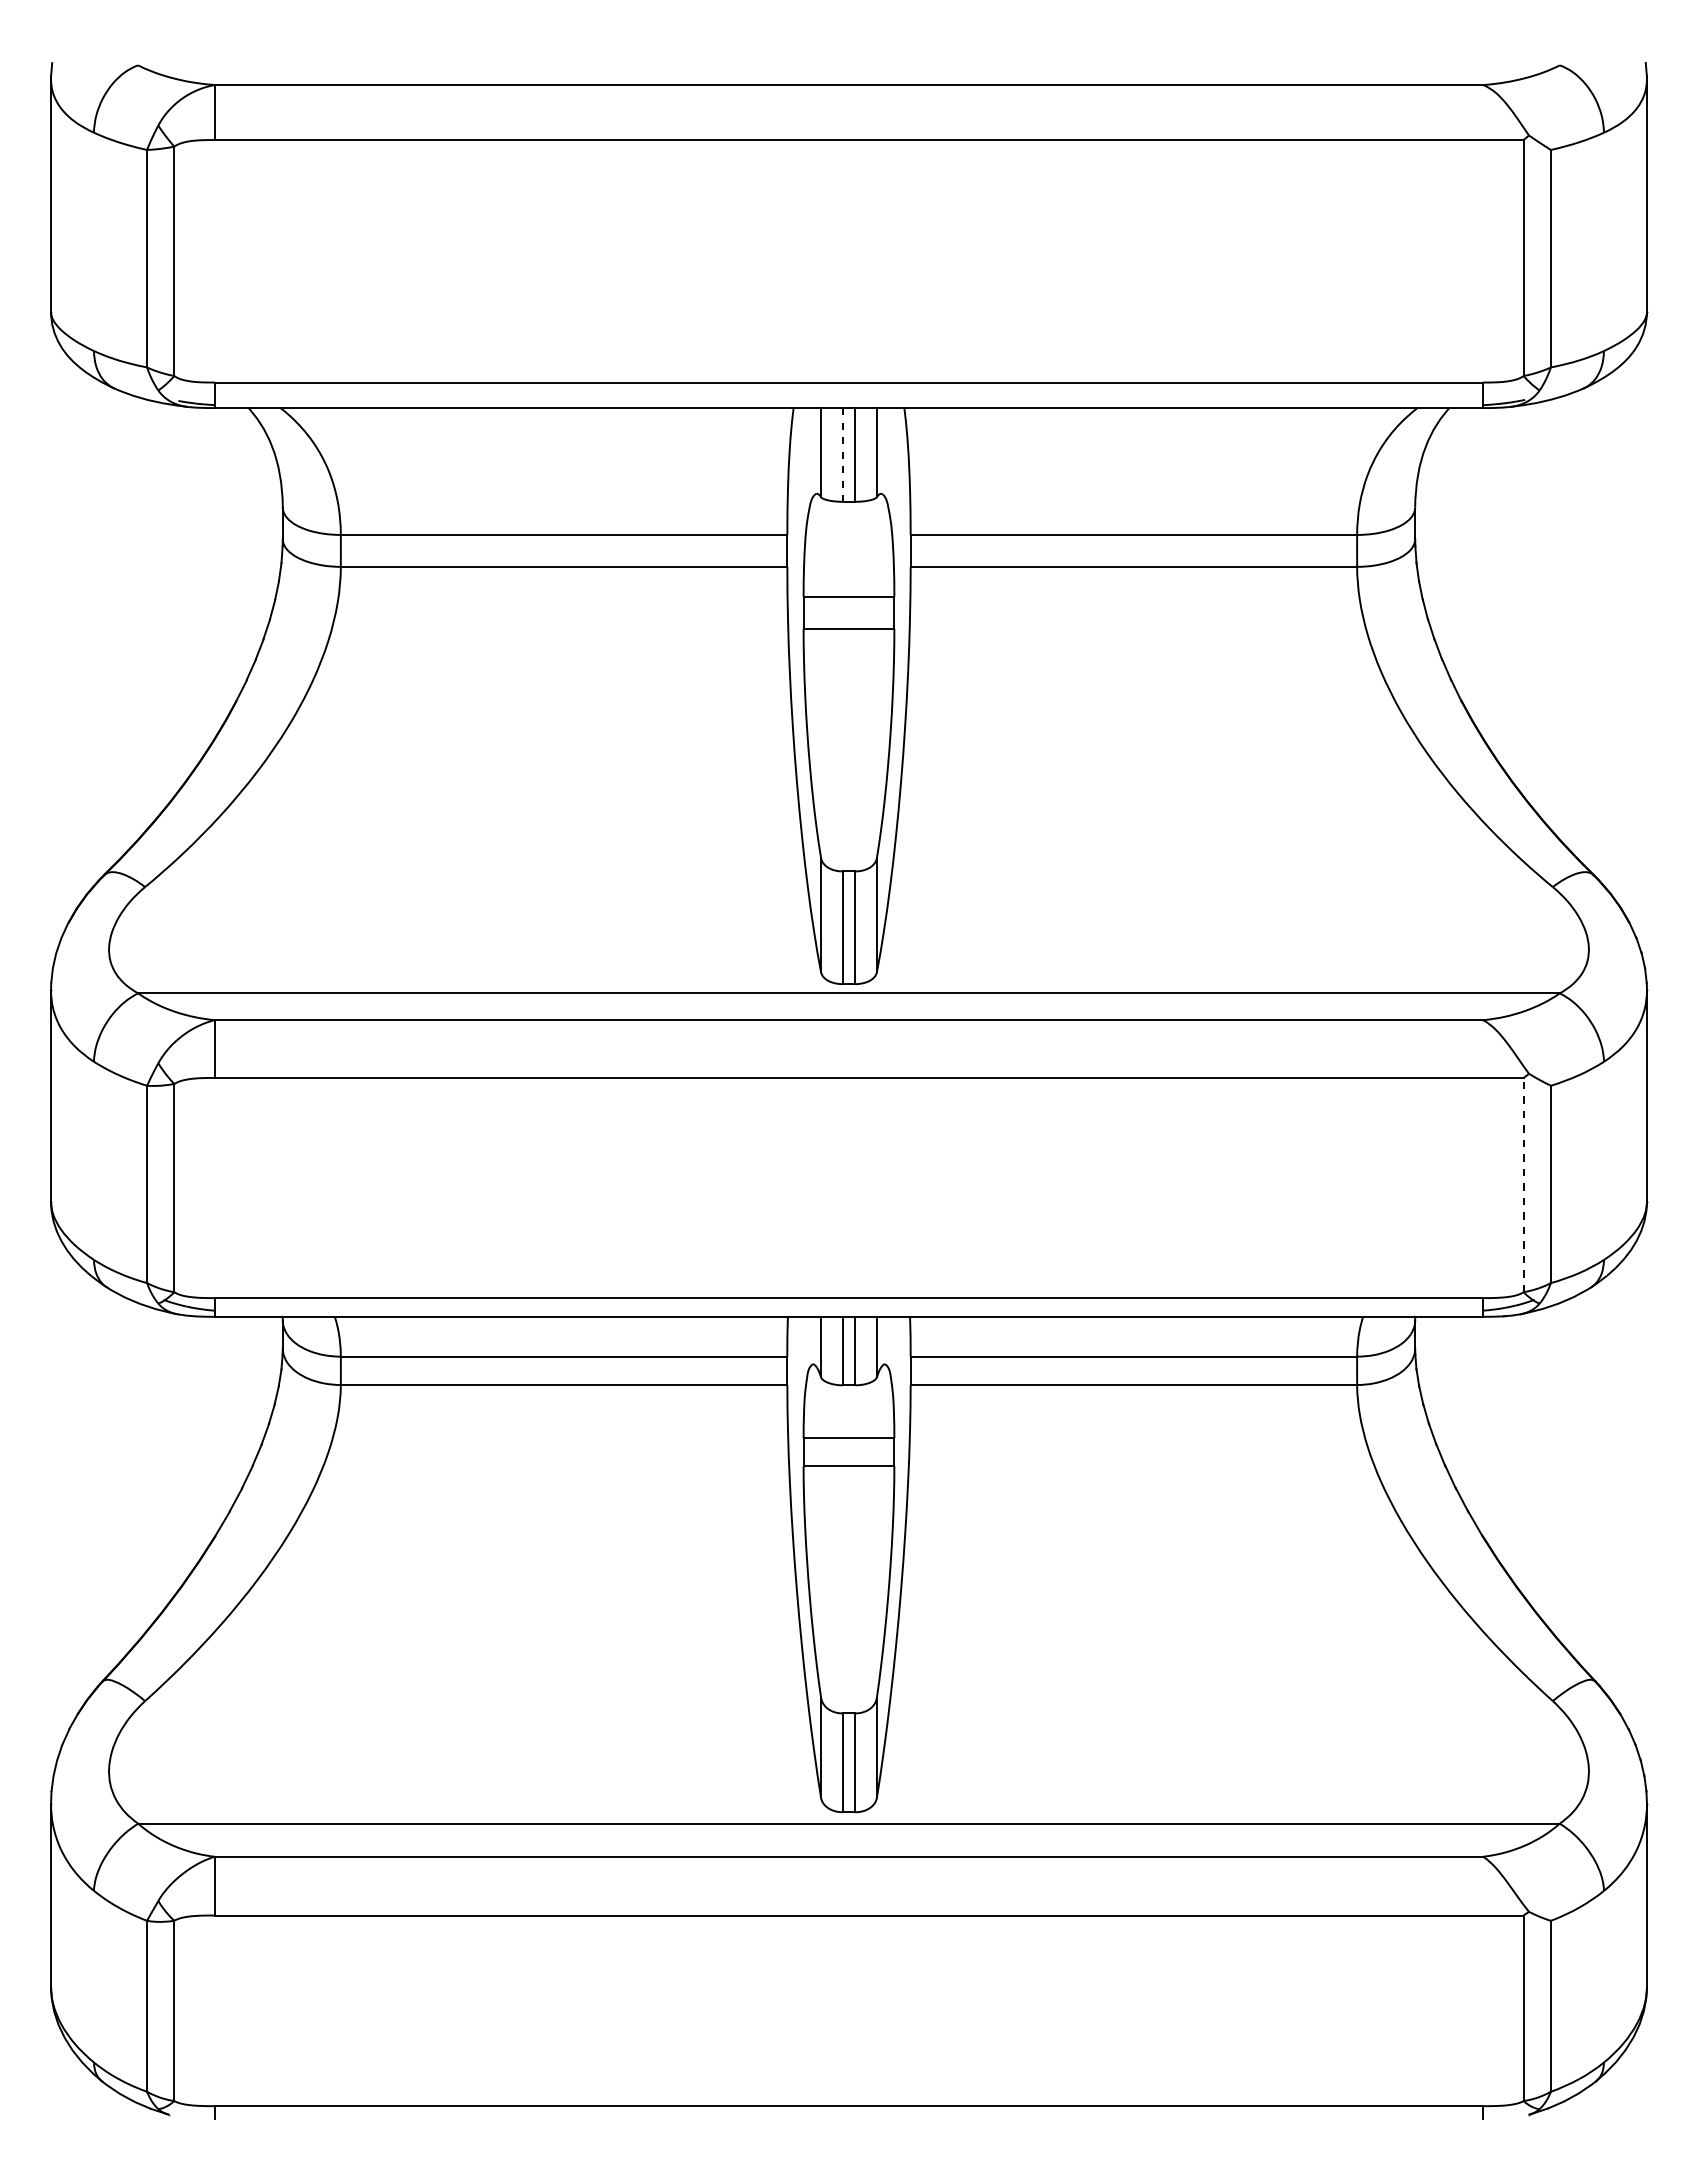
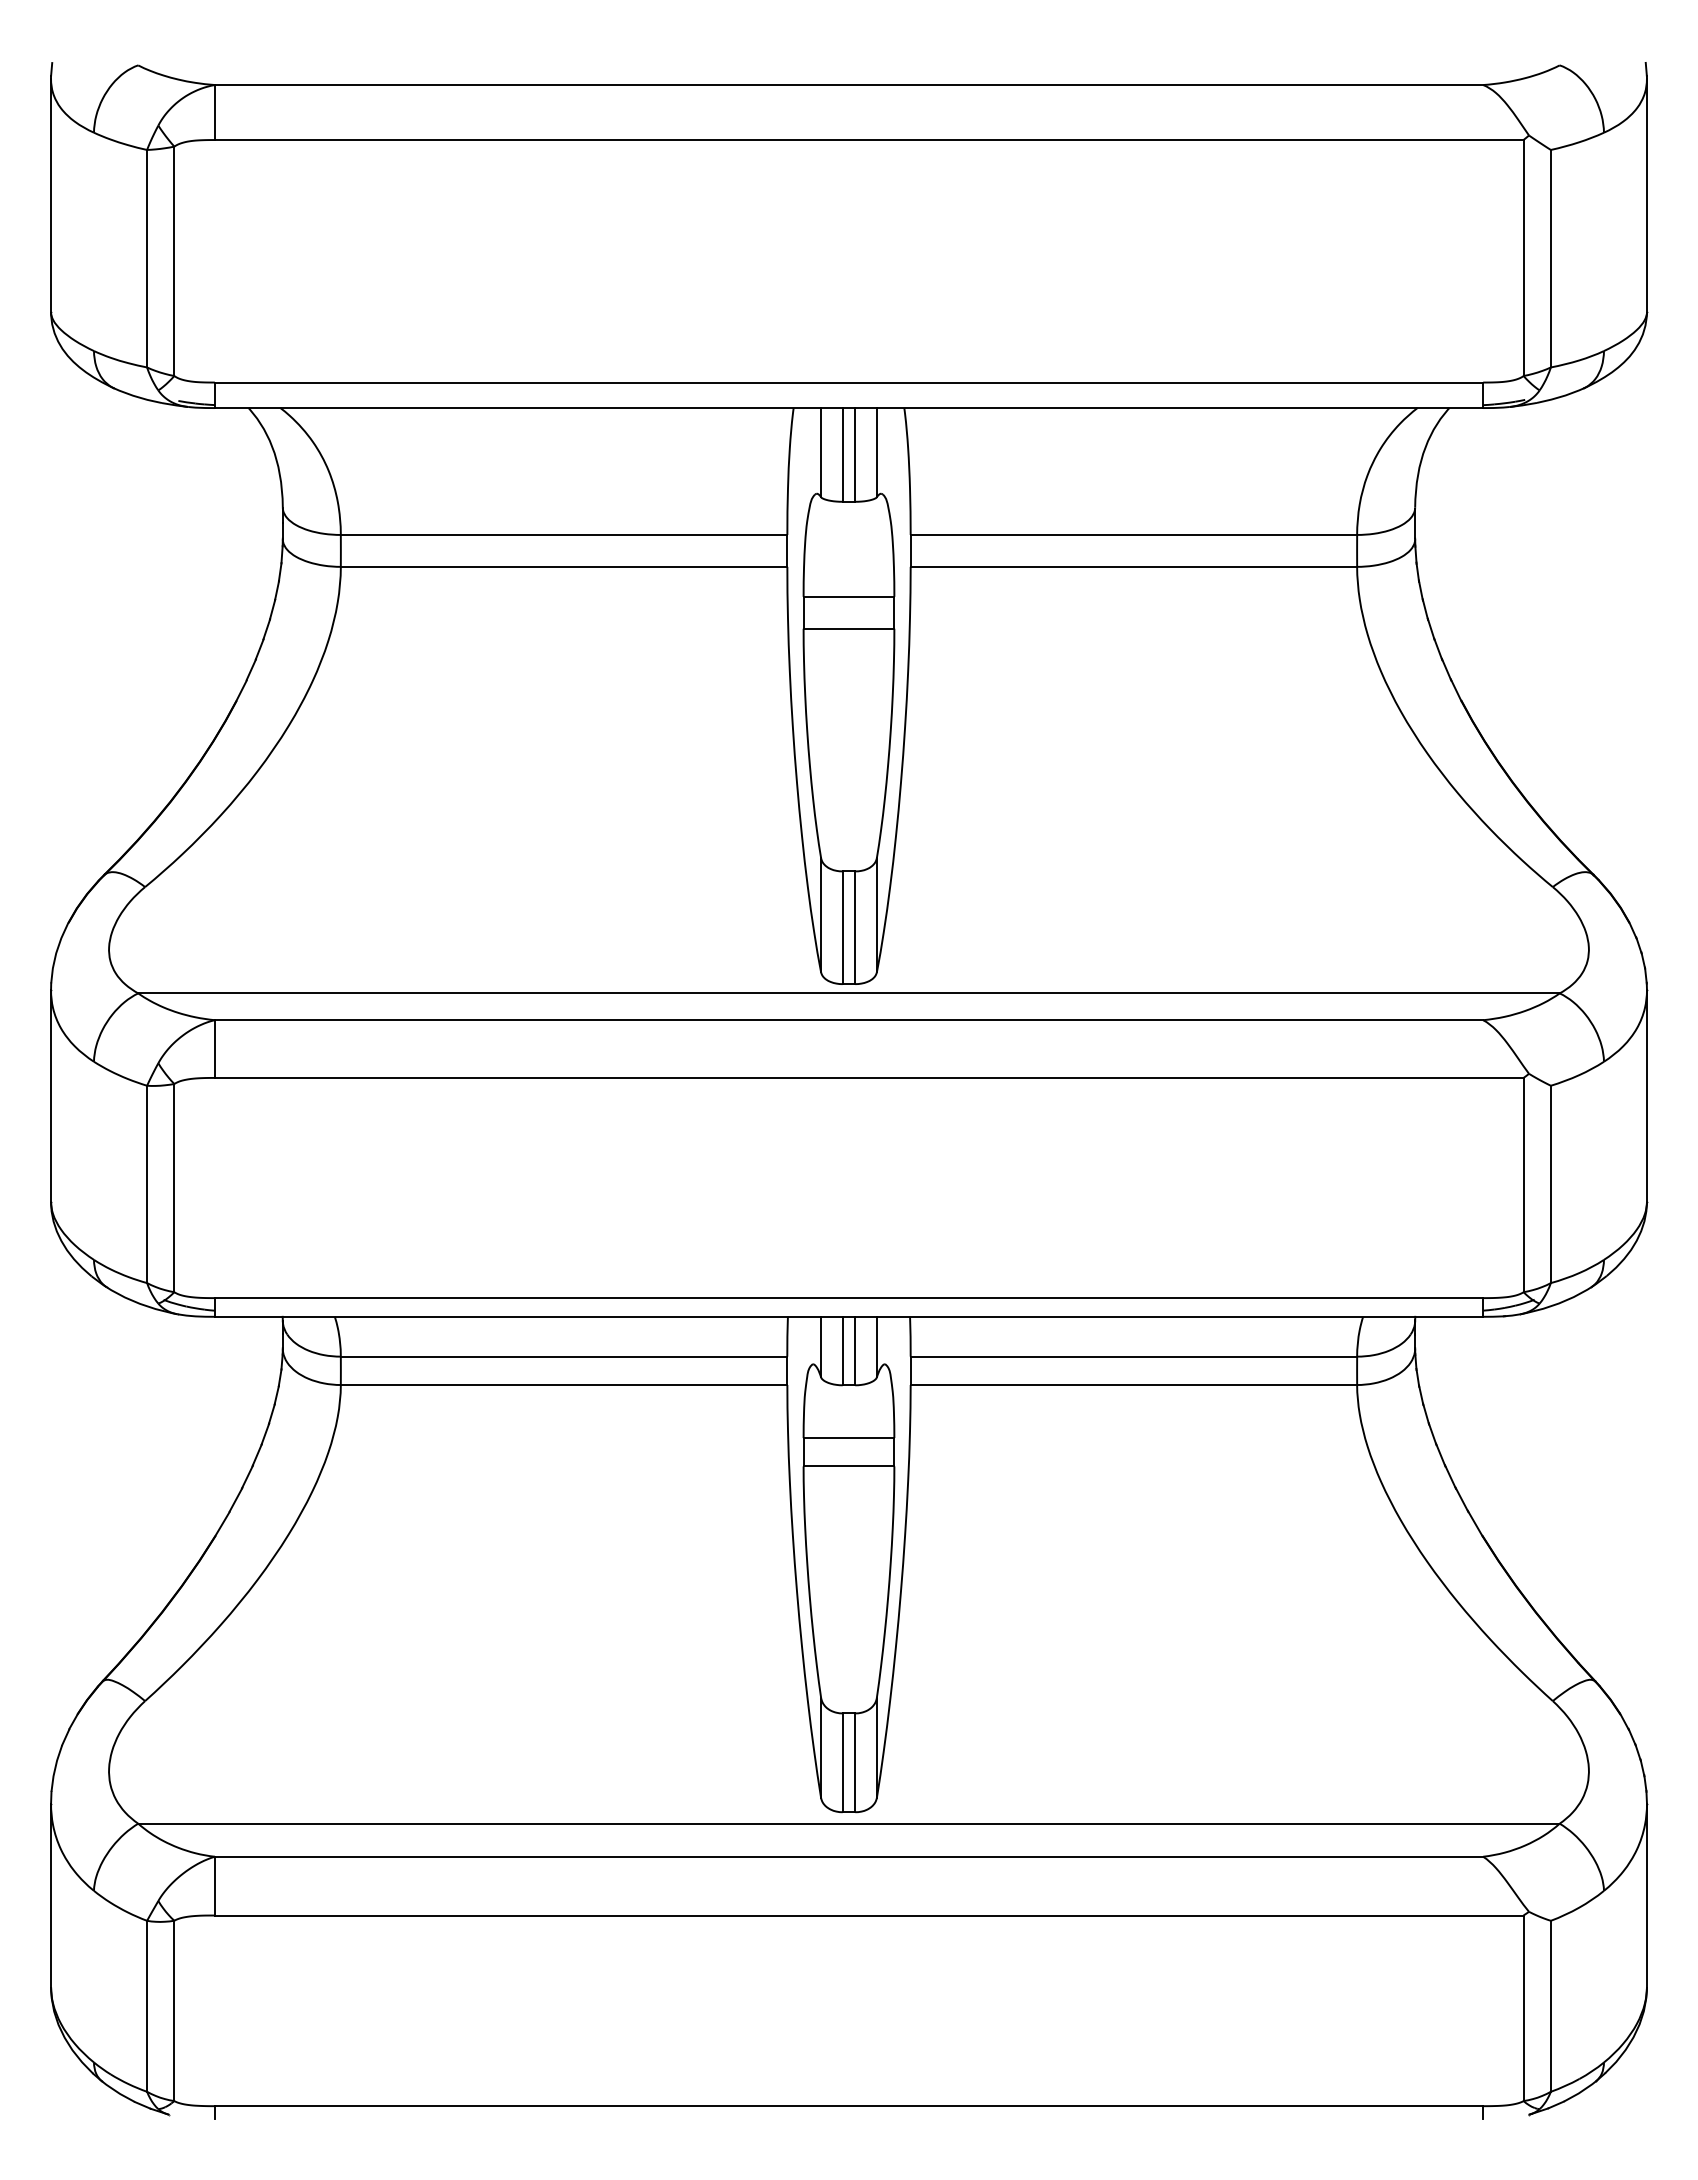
line at (842, 454): dashed -> solid
line at (1523, 1184): dashed -> solid
